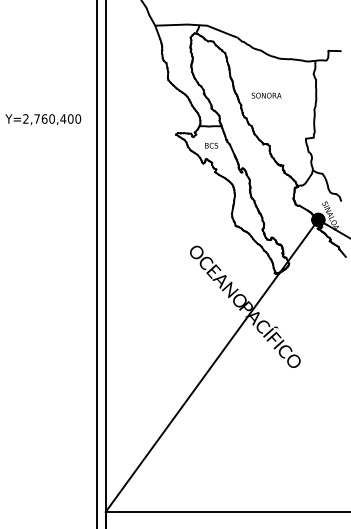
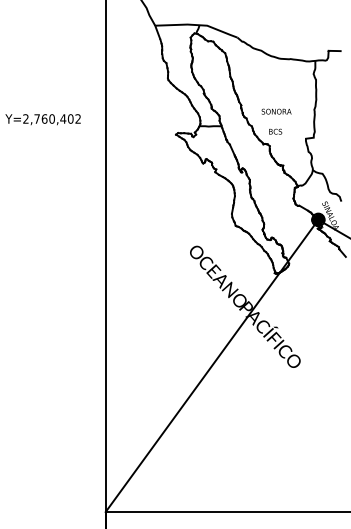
text at (266, 95) position: (266, 95) -> (276, 111)
text at (78, 118): Y=2,760,400 -> Y=2,760,402
text at (211, 145) position: (211, 145) -> (275, 131)
line at (96, 263): present -> none
